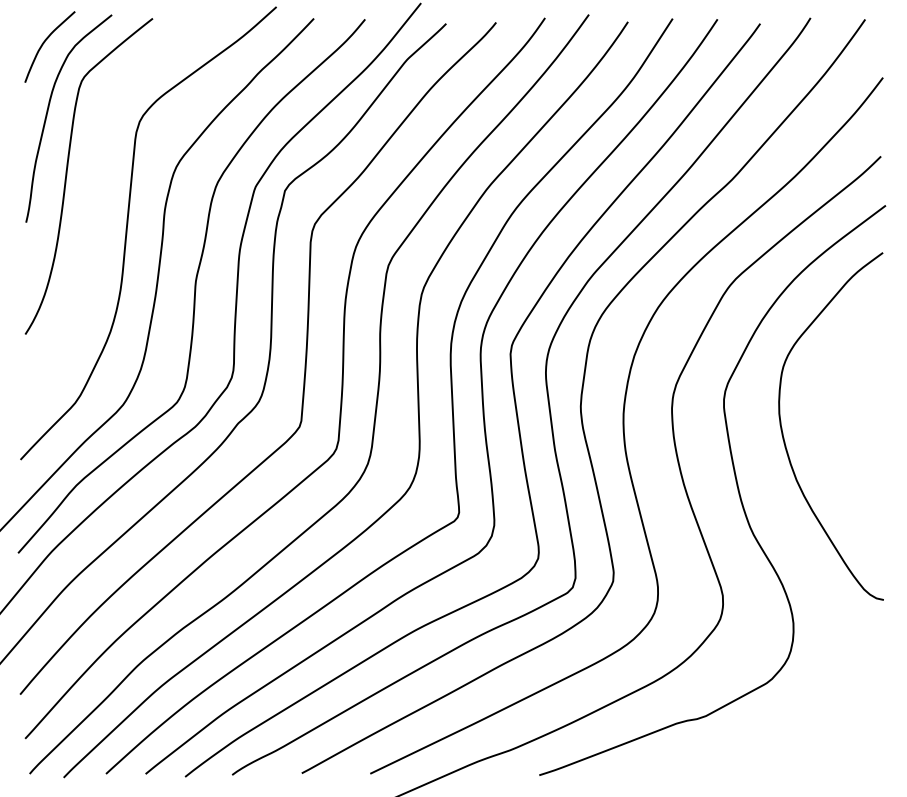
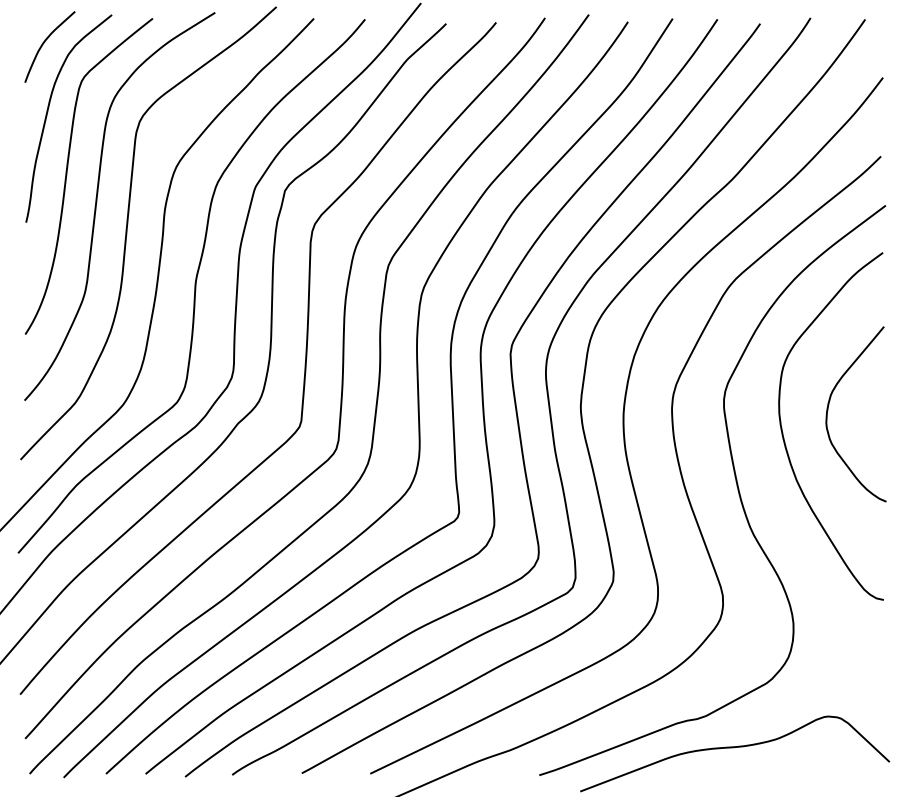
curve at (97, 202): none -> present
curve at (828, 410): none -> present
curve at (734, 748): none -> present
